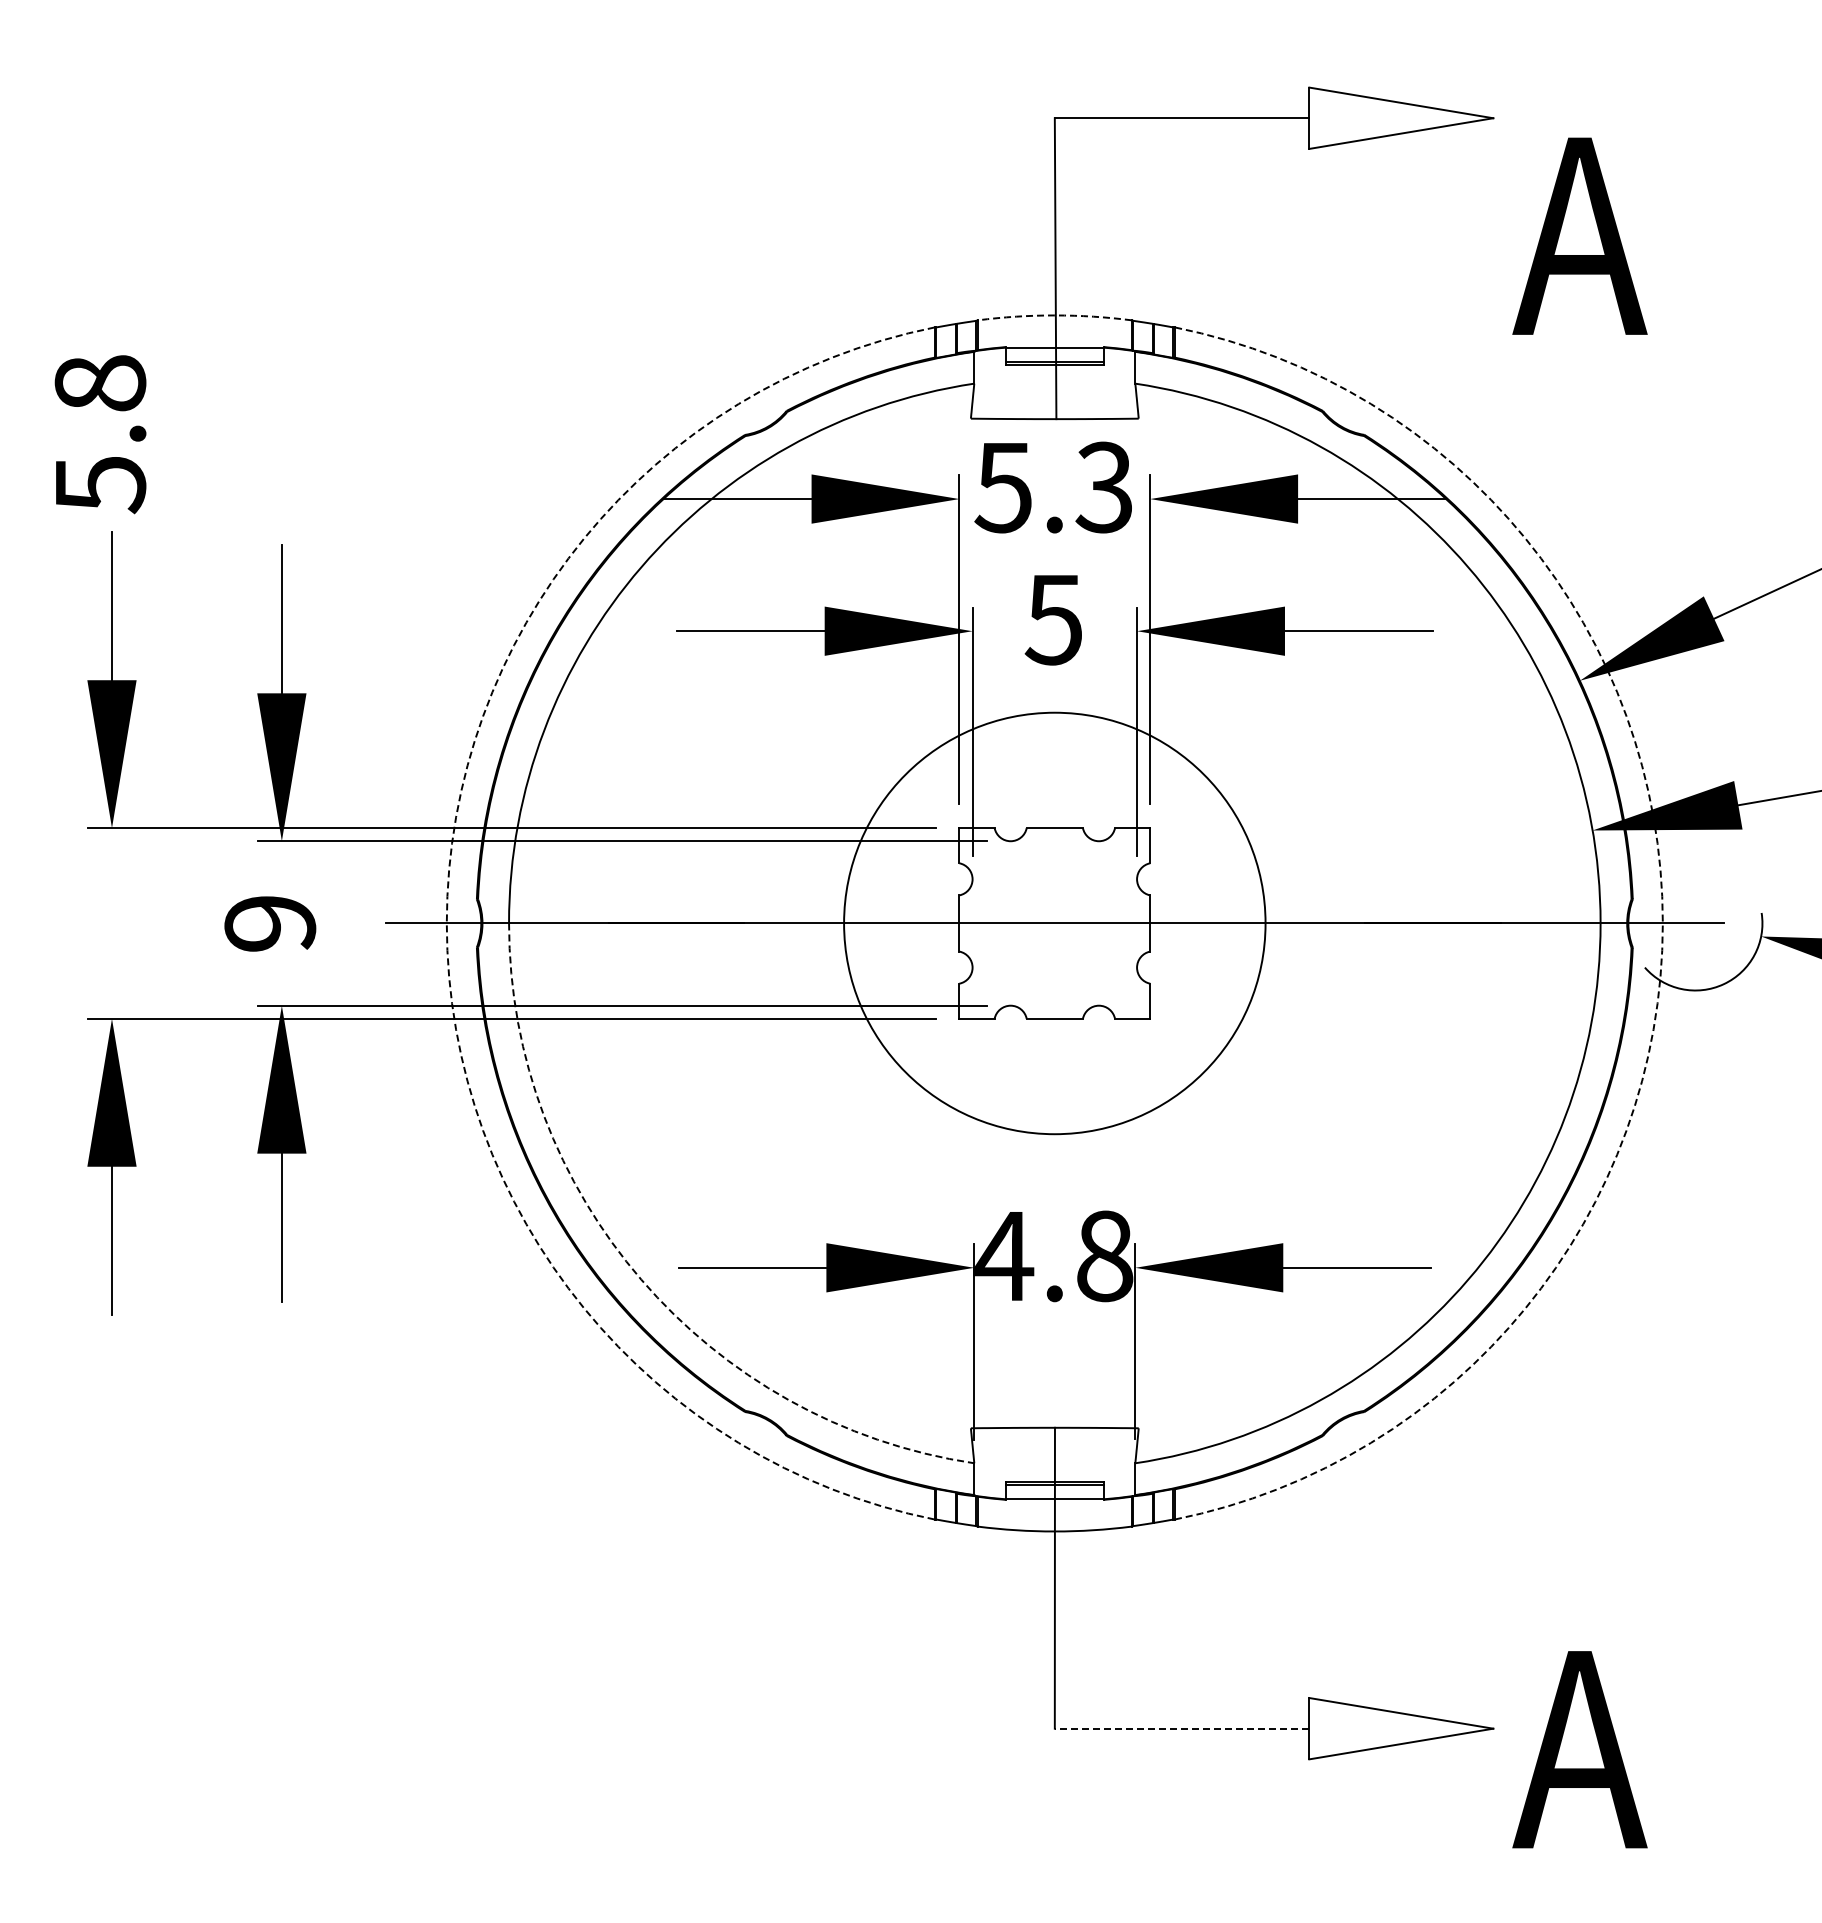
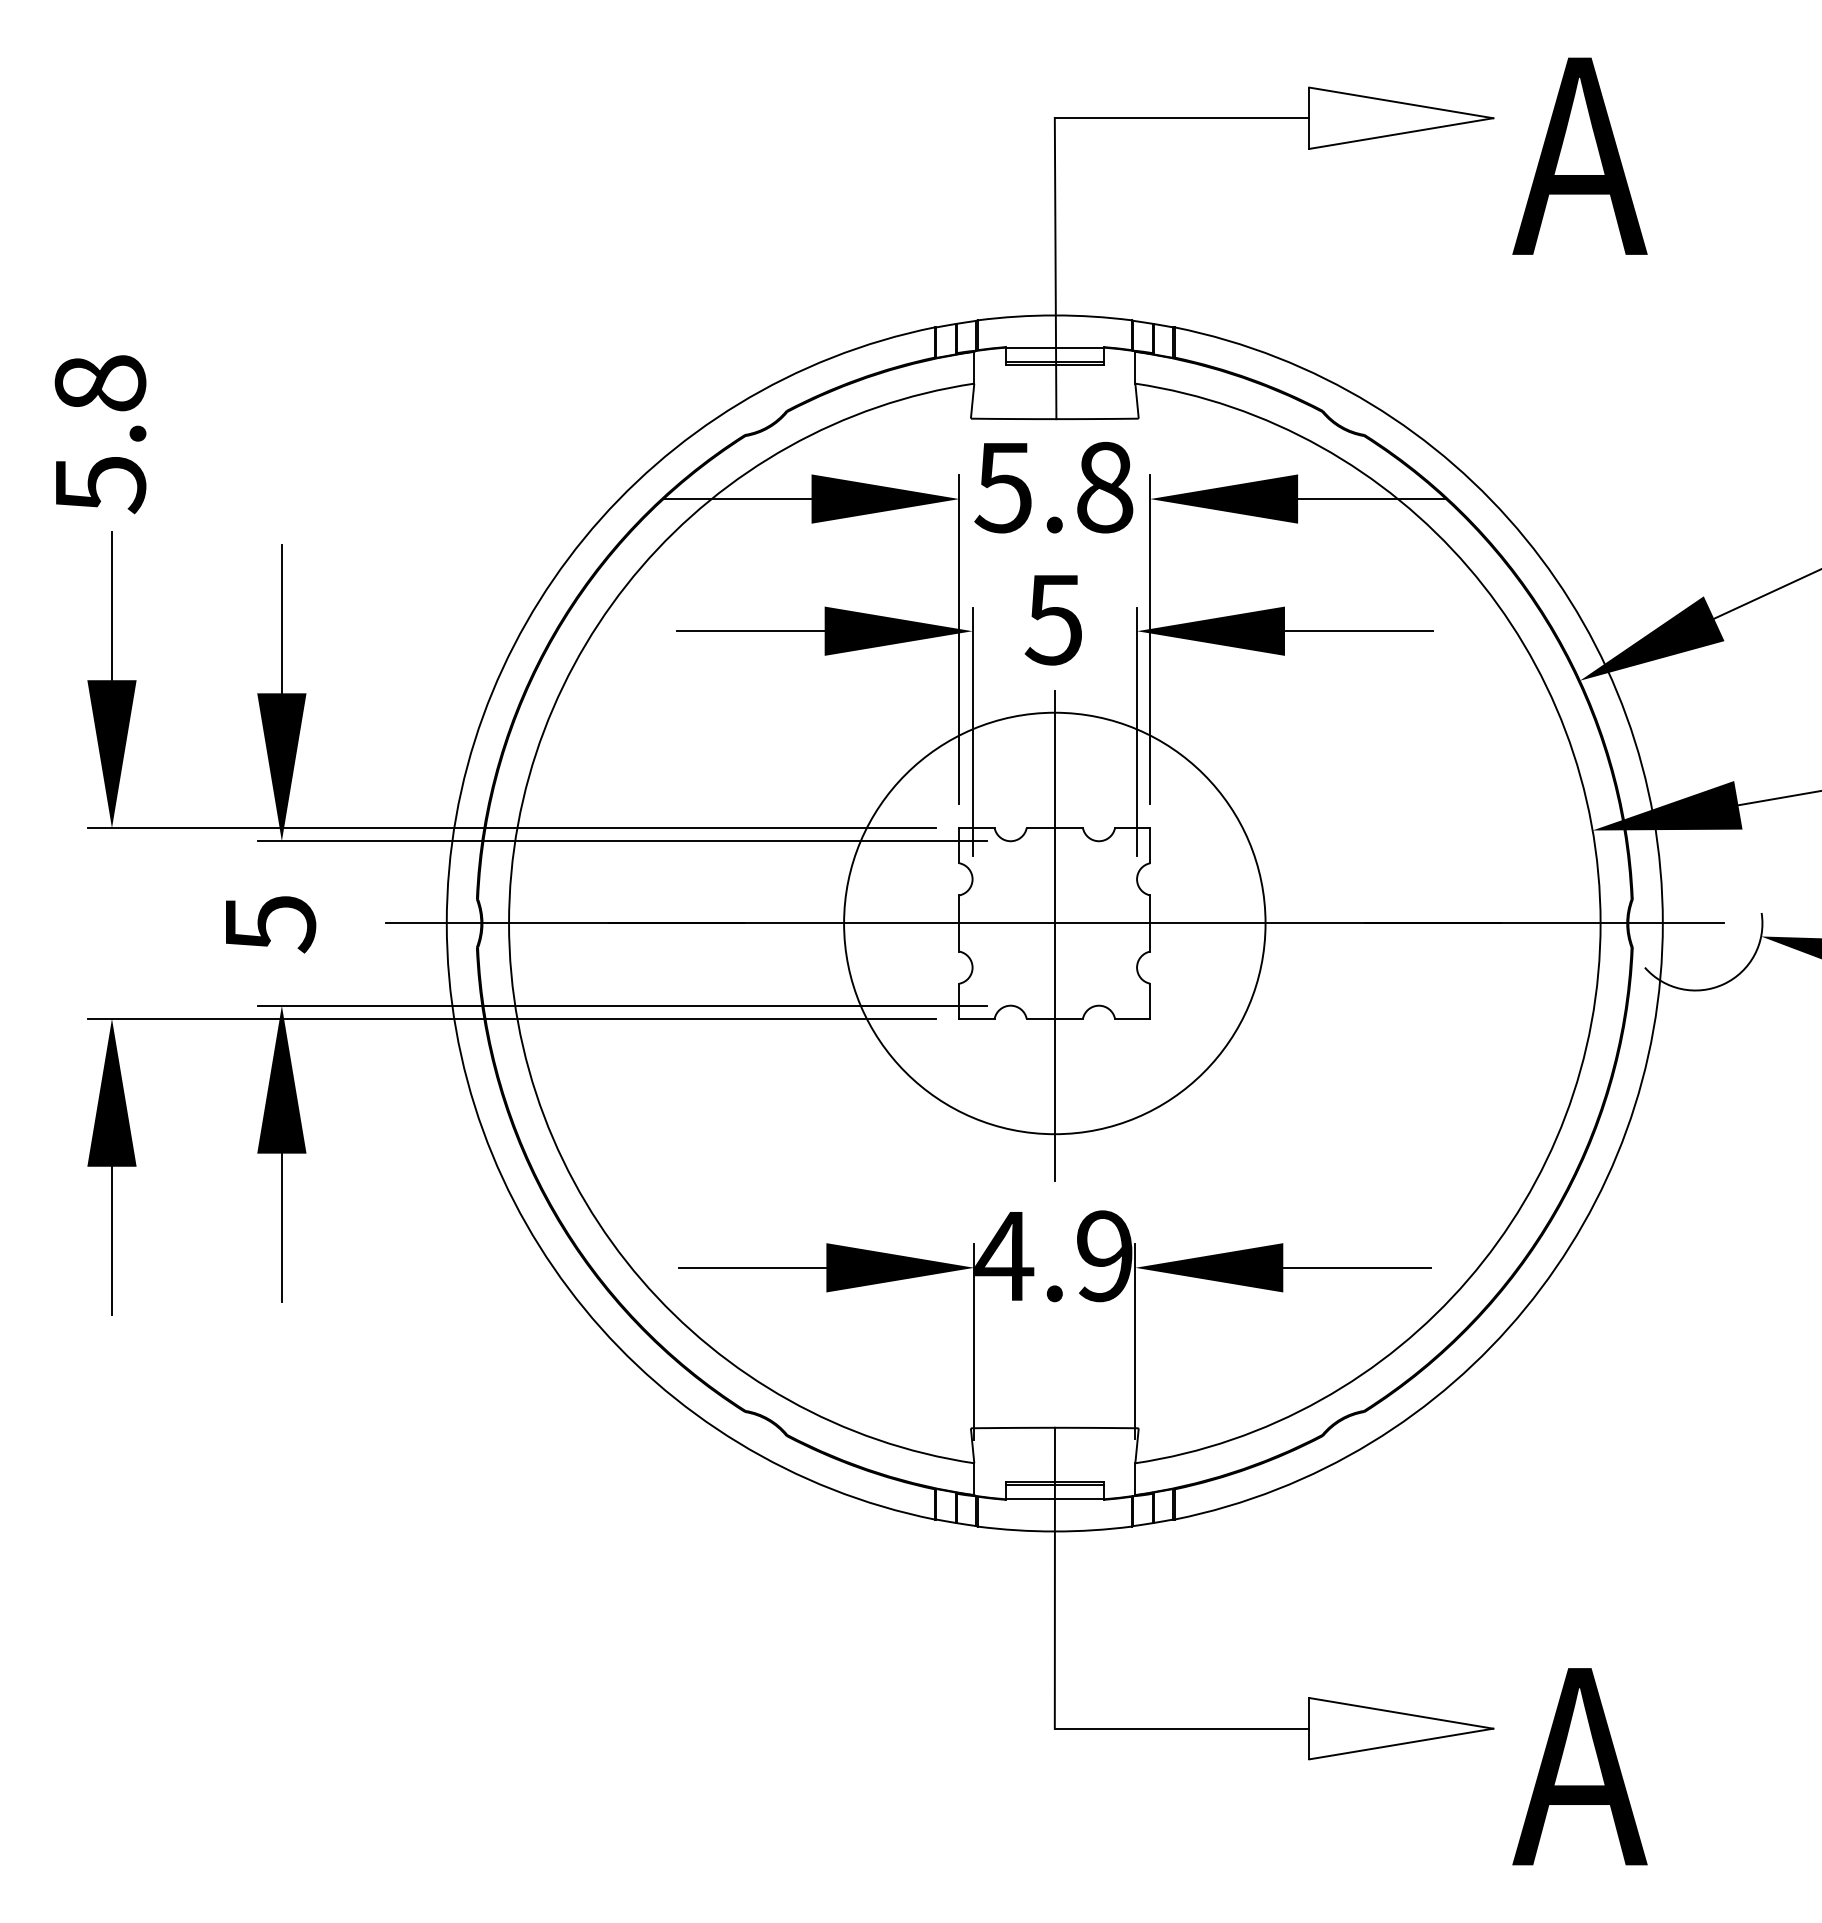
text at (1579, 235) position: (1579, 235) -> (1579, 155)
arc at (1054, 315): dashed -> solid
text at (1104, 487): 5.3 -> 5.8
arc at (446, 923): dashed -> solid
arc at (1662, 923): dashed -> solid
text at (270, 924): 9 -> 5
line at (1054, 935): none -> present
text at (1105, 1256): 4.8 -> 4.9
arc at (641, 1279): dashed -> solid
line at (1181, 1728): dashed -> solid
text at (1579, 1749) position: (1579, 1749) -> (1579, 1766)
